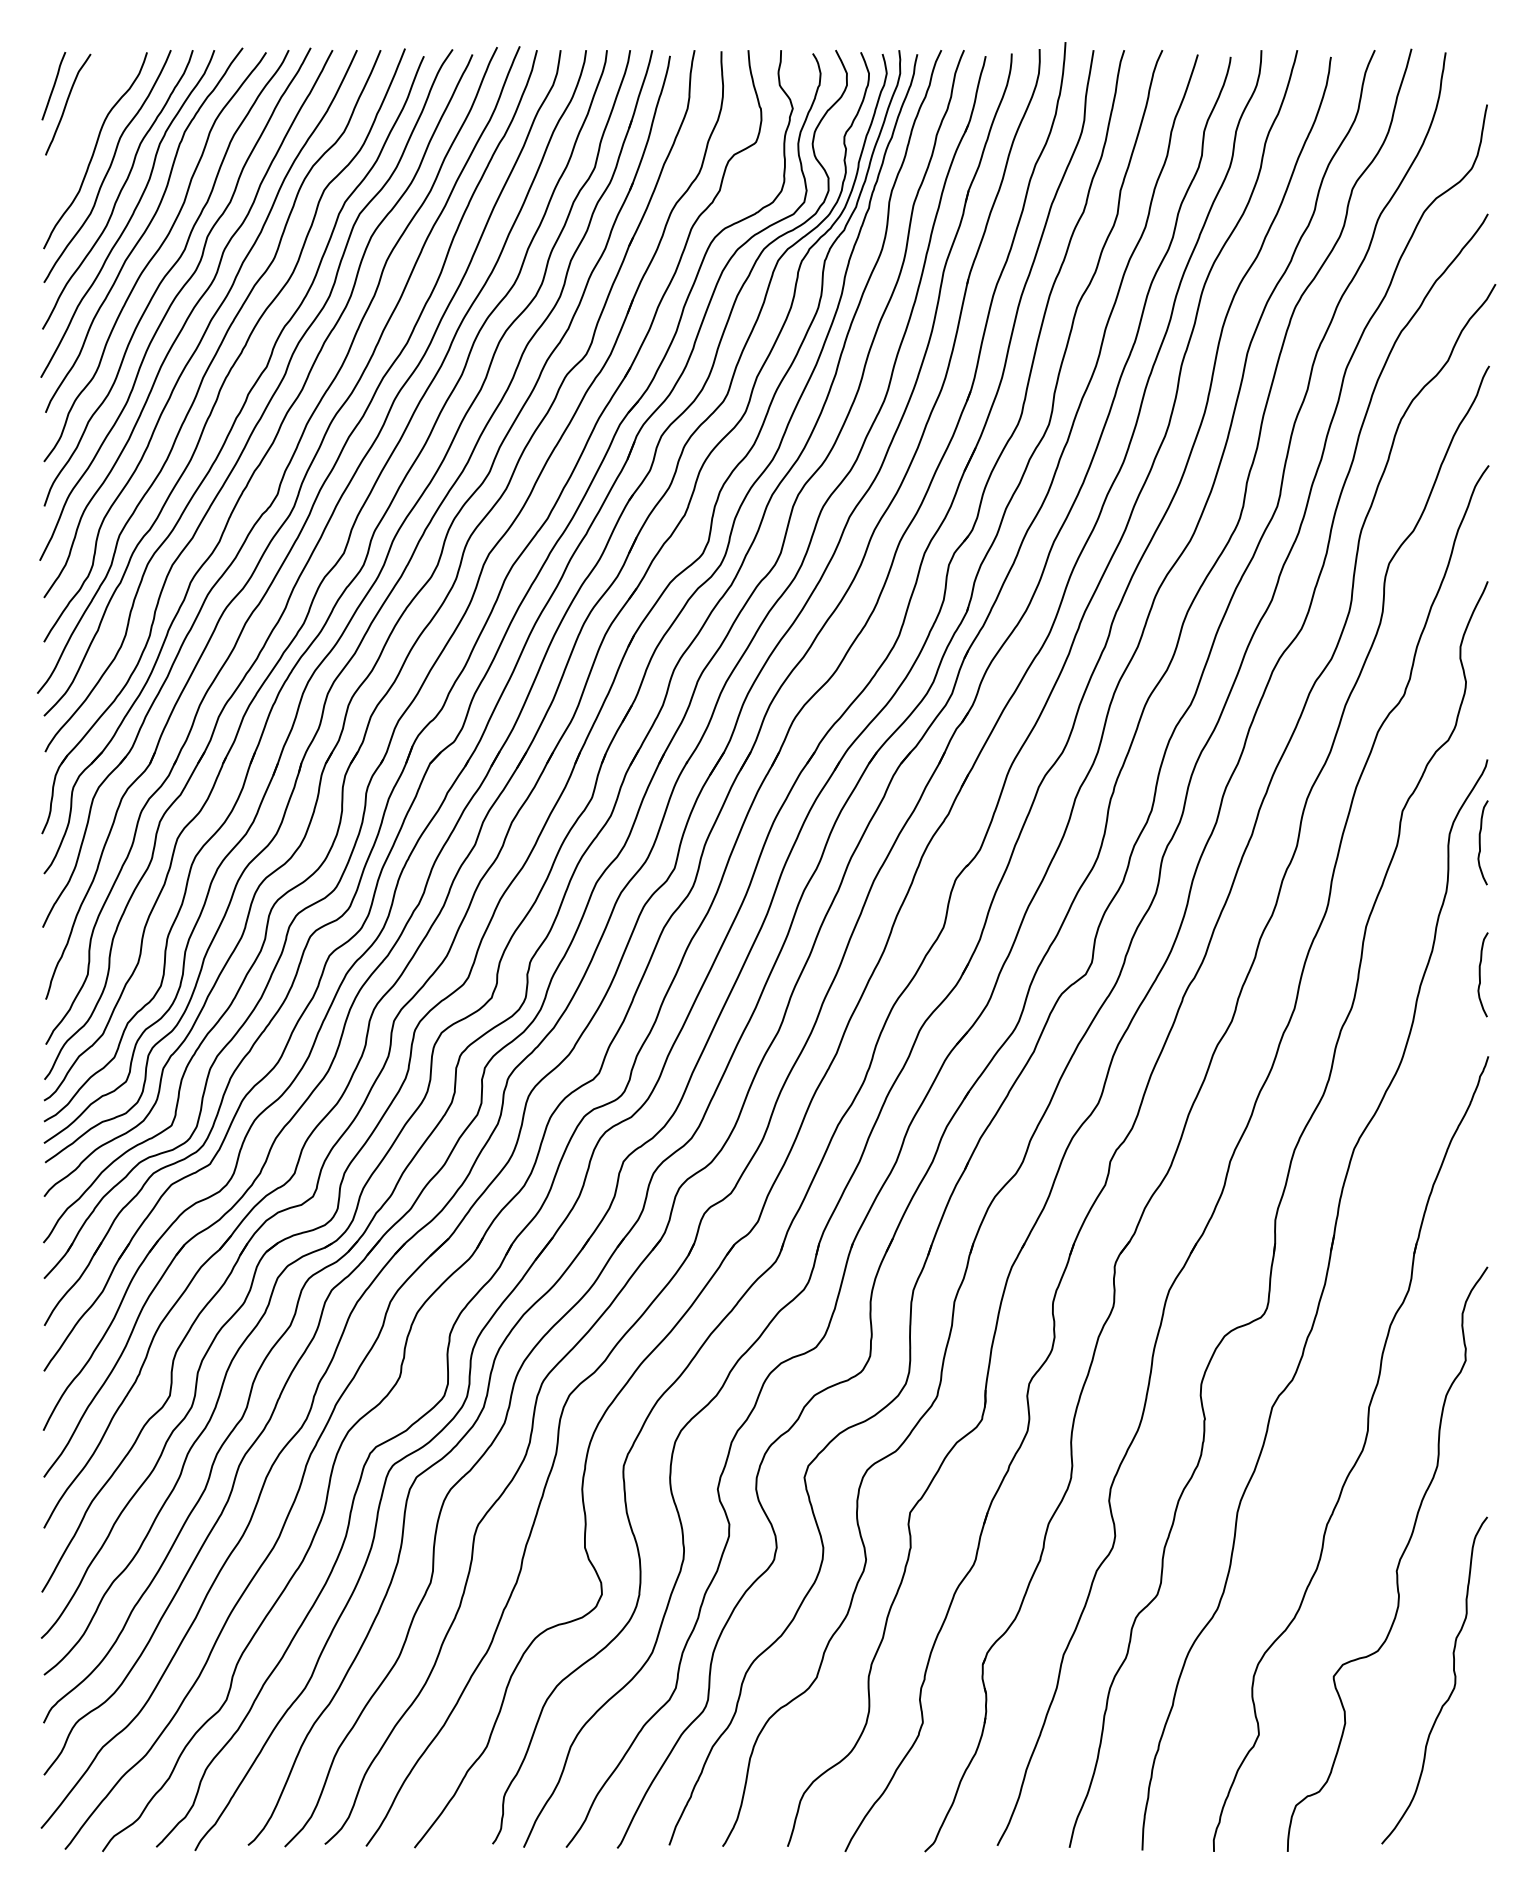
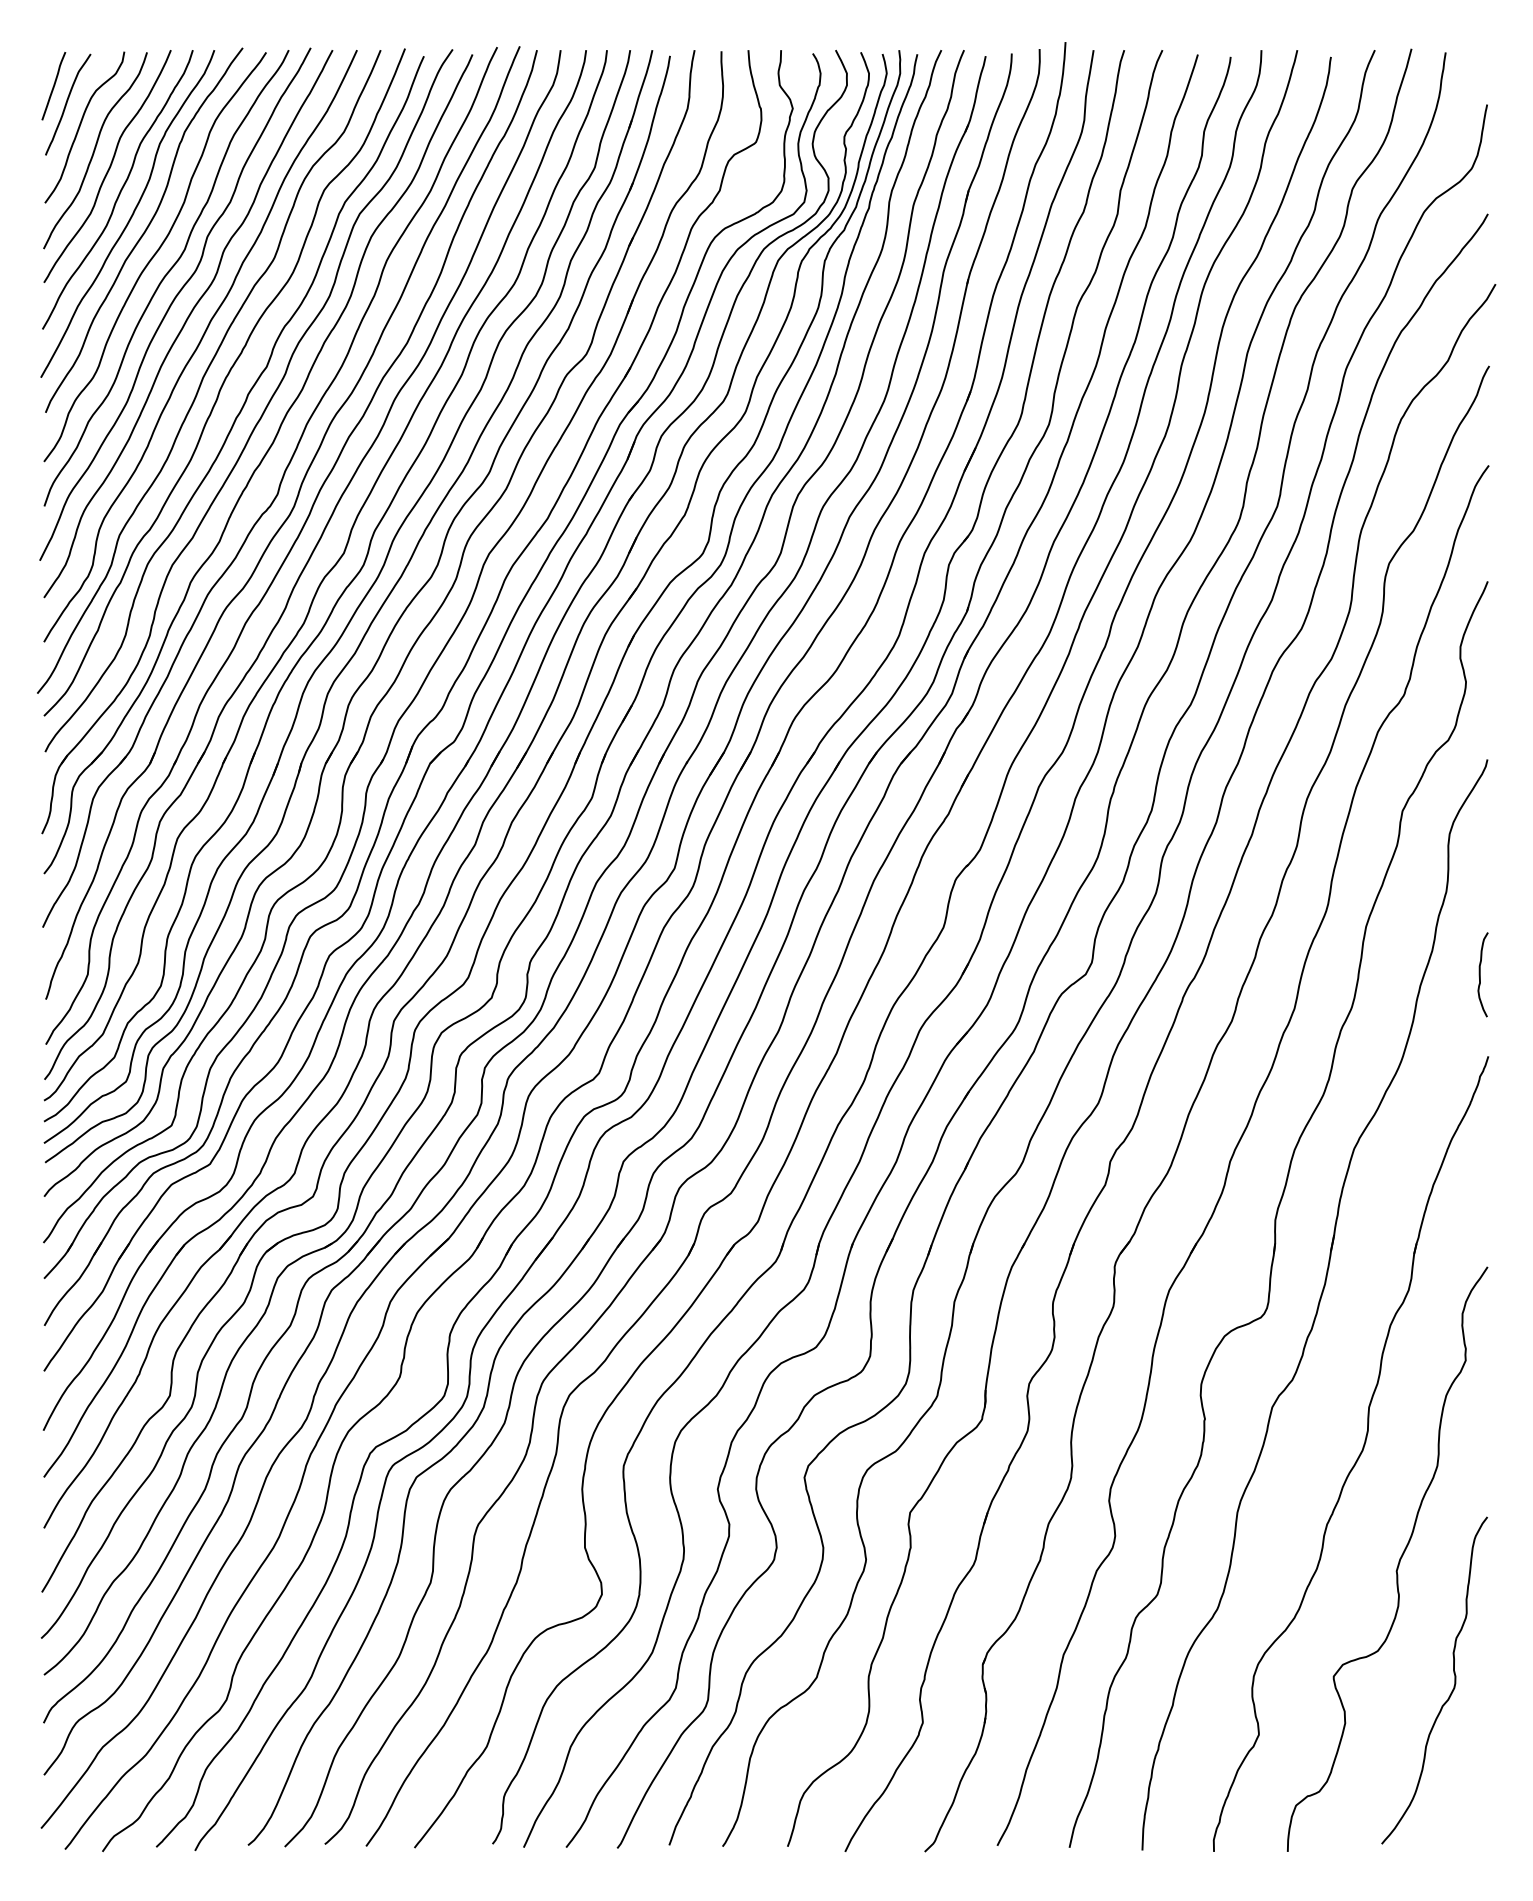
curve at (80, 127): none -> present
curve at (1480, 842): present -> none
